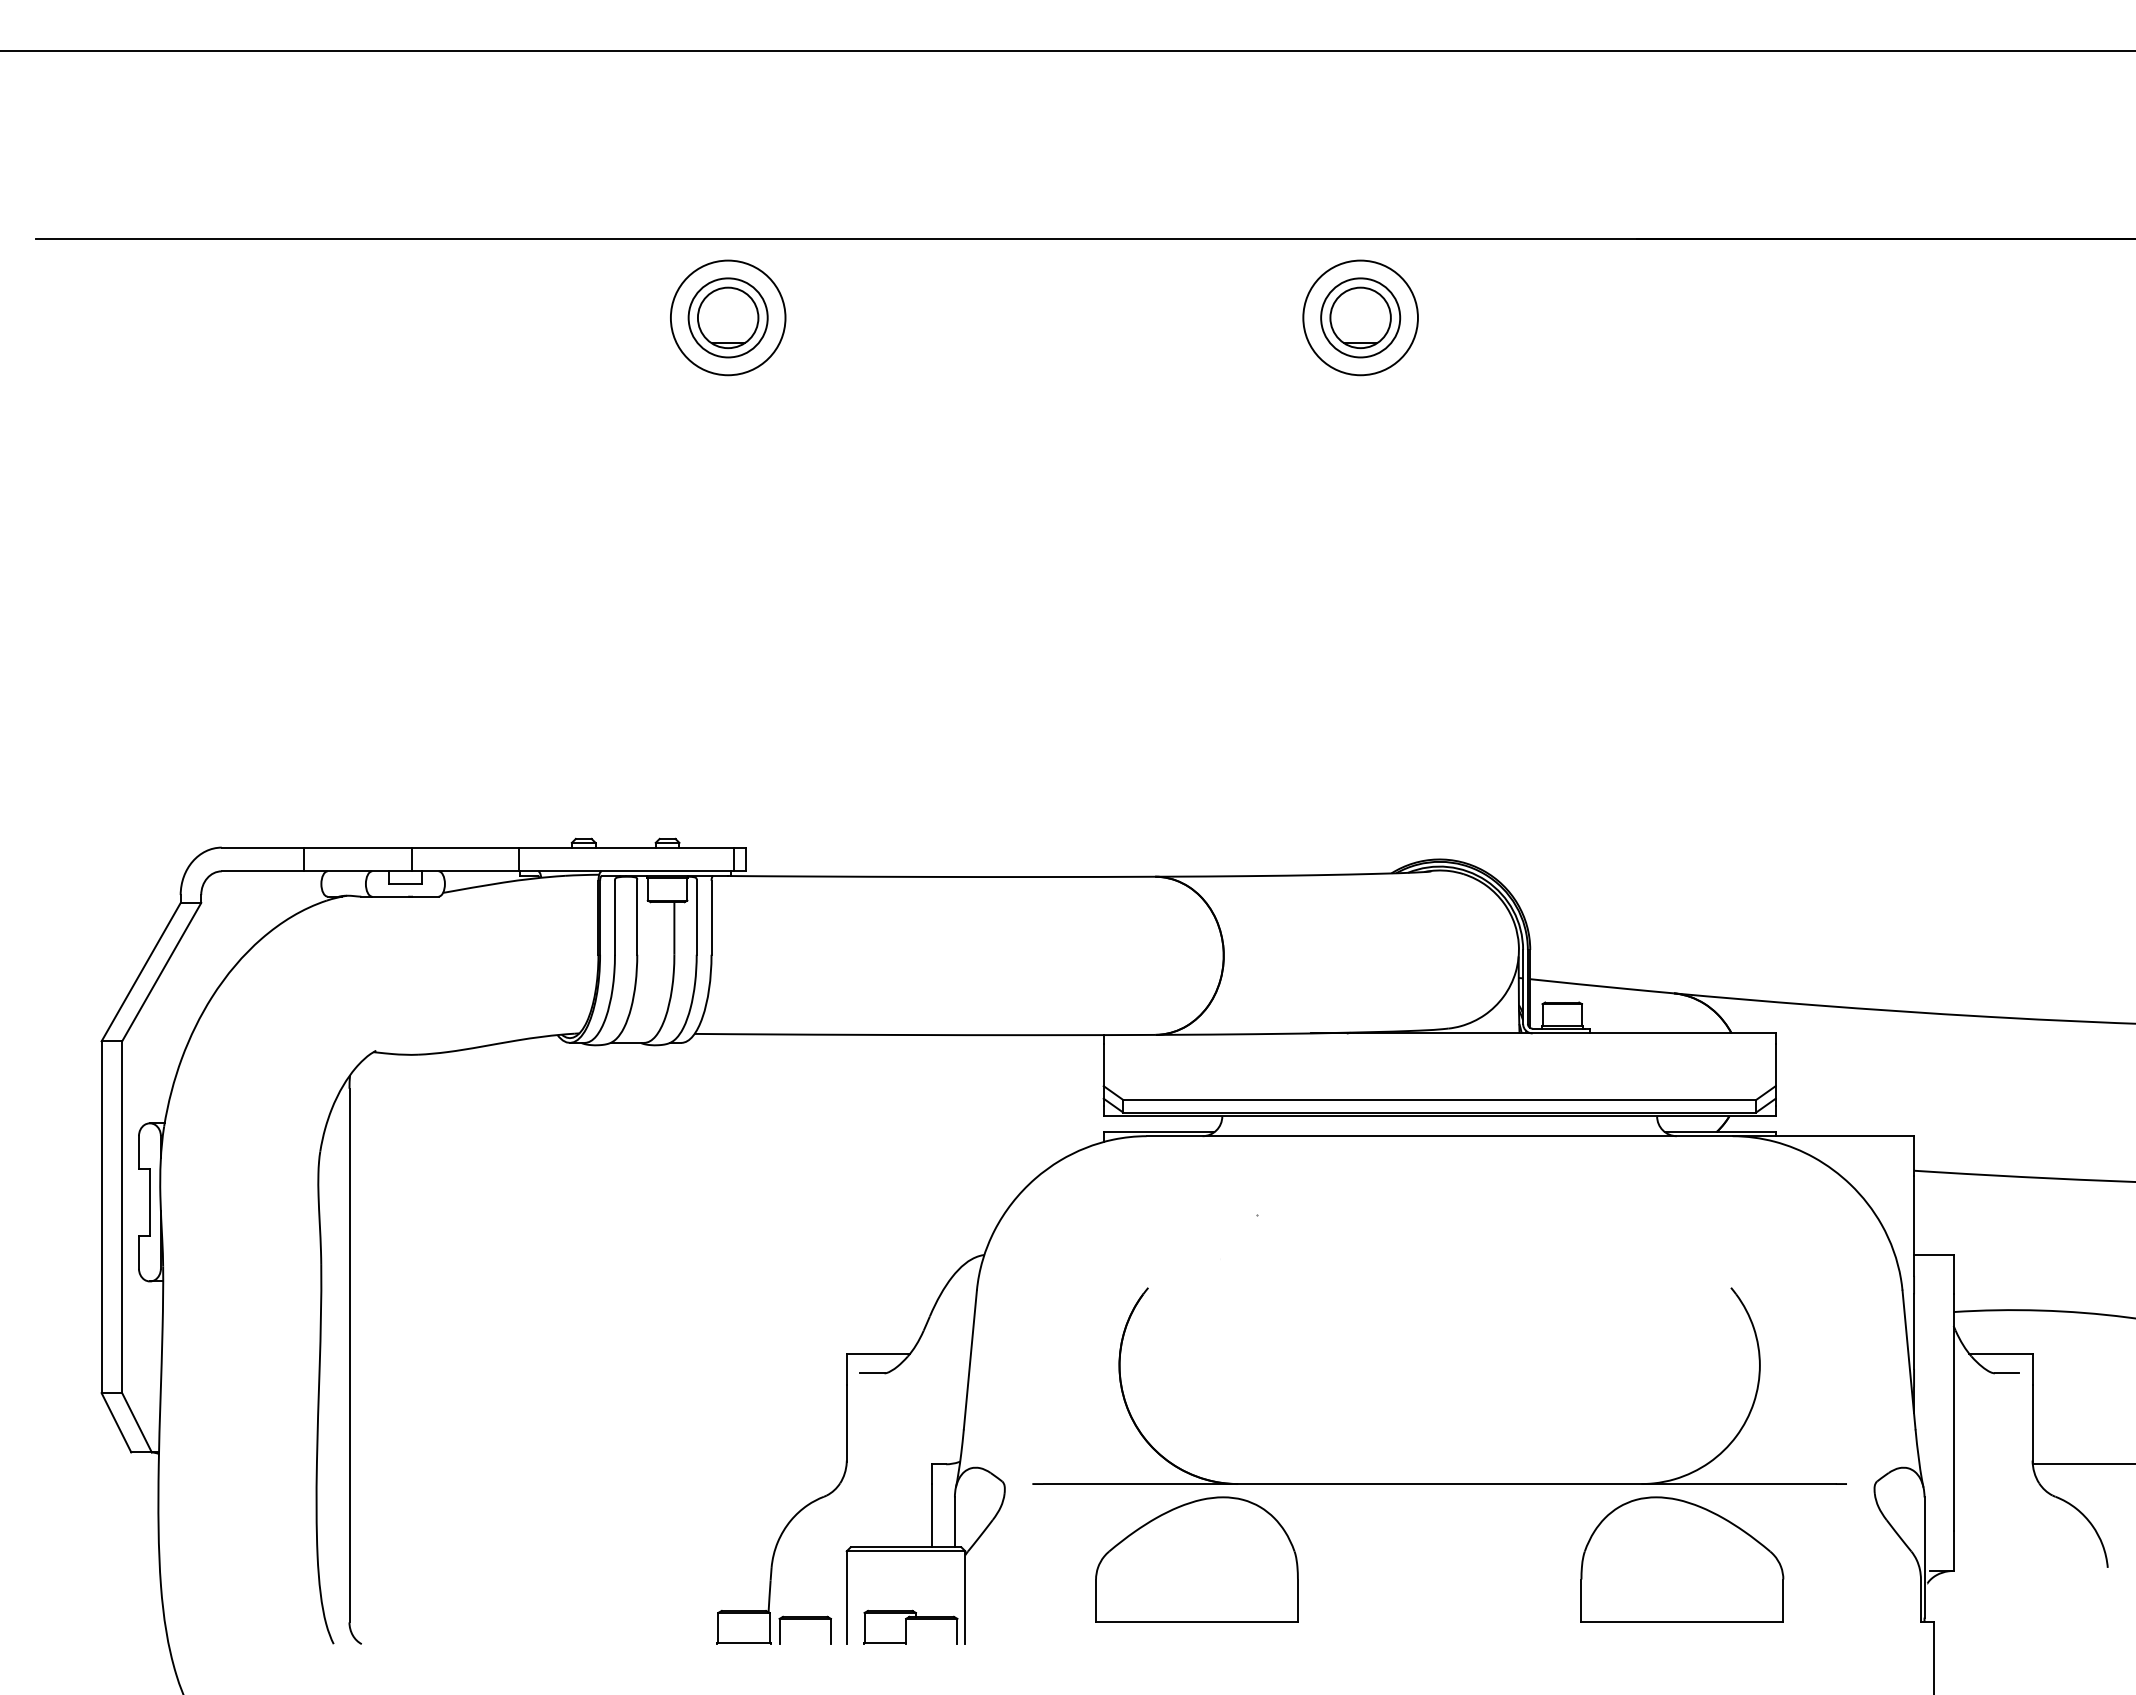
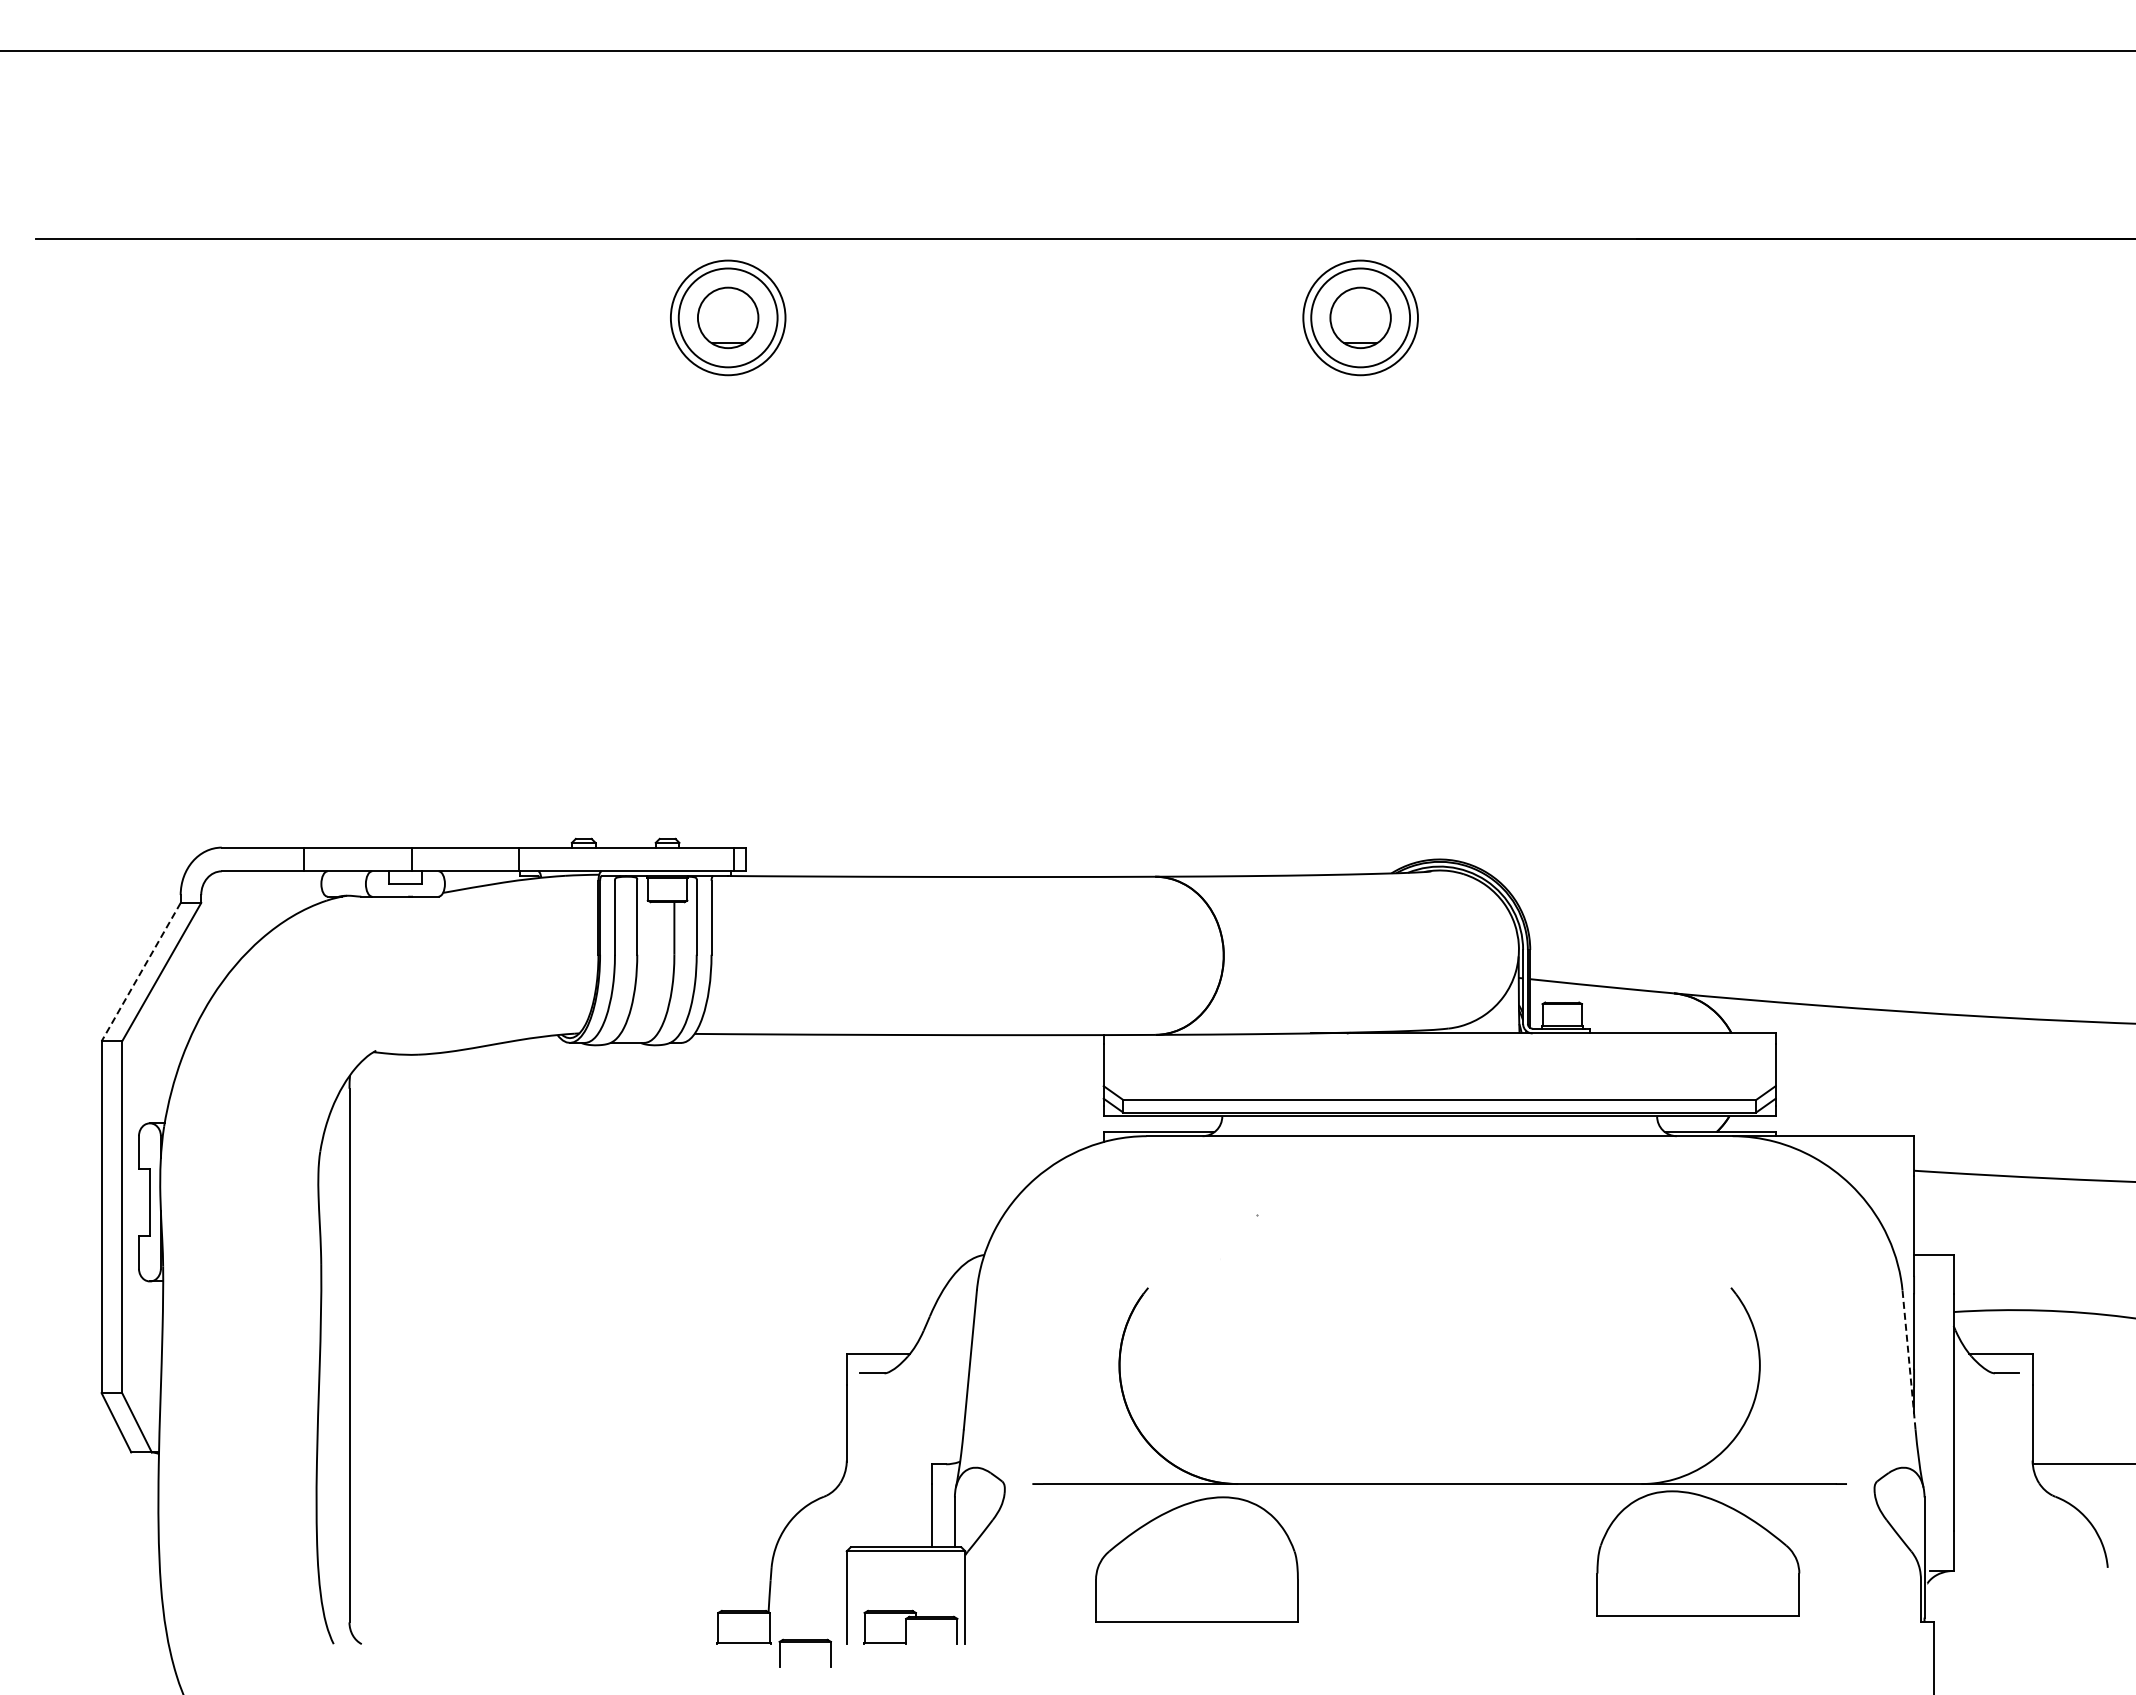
circle at (727, 317) diameter: 79 px -> 99 px
circle at (1360, 317) diameter: 79 px -> 99 px
line at (141, 972): solid -> dashed
line at (1909, 1359): solid -> dashed
part at (1682, 1559) position: (1682, 1559) -> (1698, 1553)
part at (804, 1619) position: (804, 1619) -> (804, 1642)
